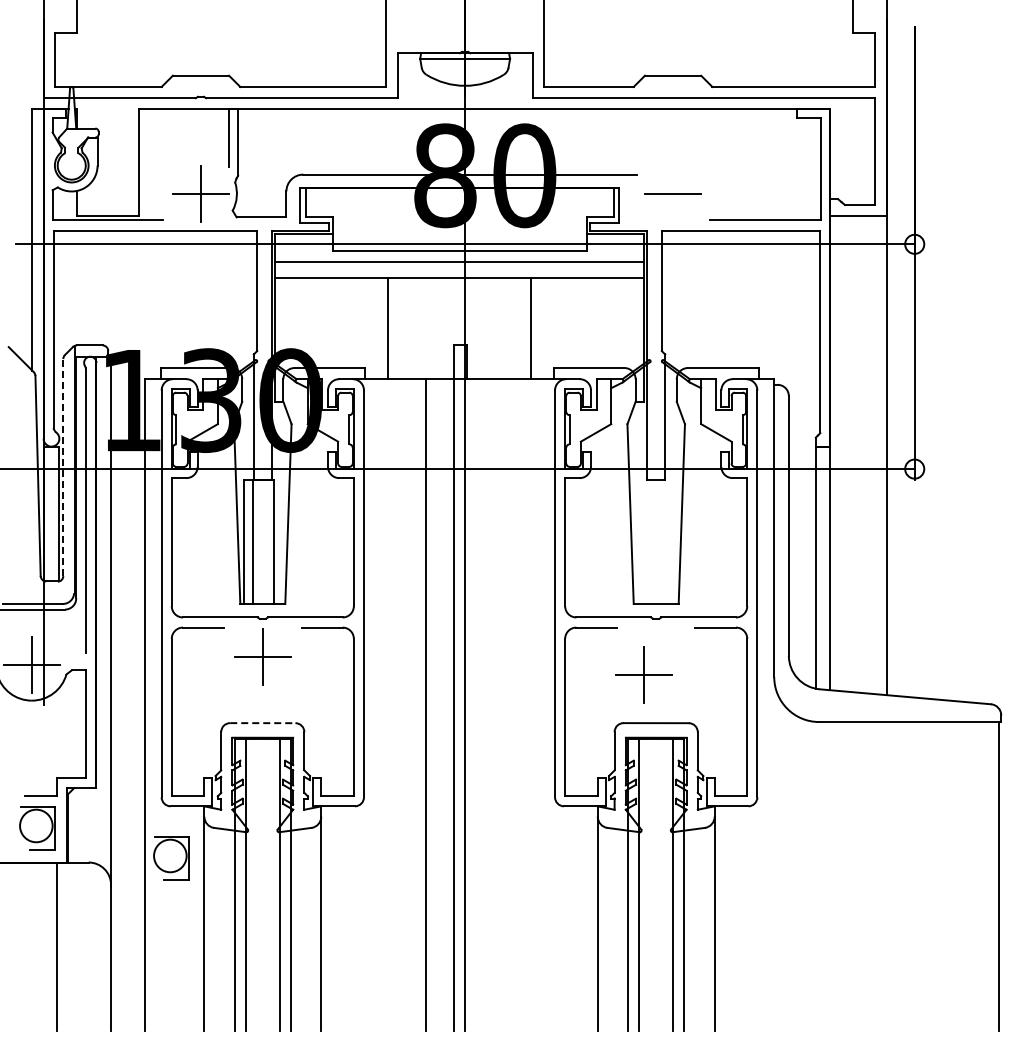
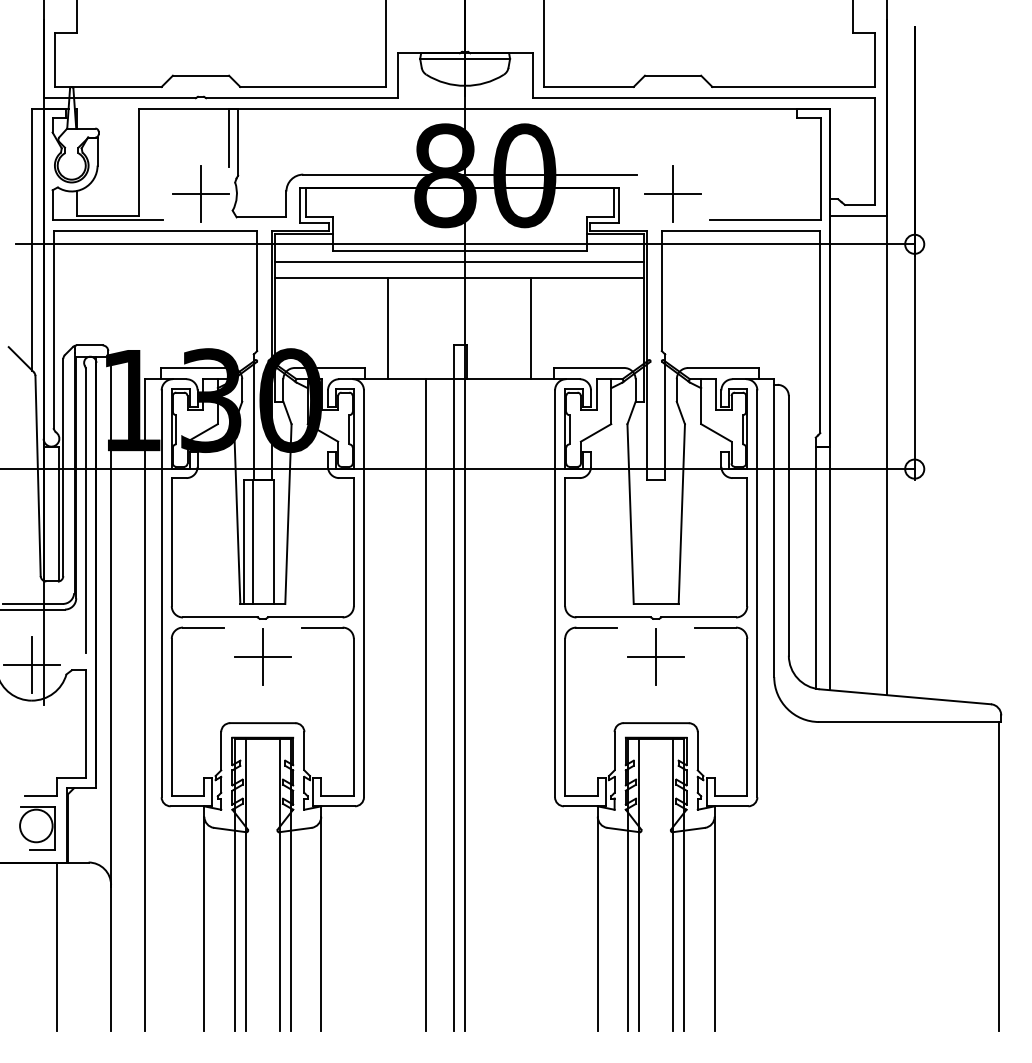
line at (673, 193): none -> present
line at (63, 467): dashed -> solid
part at (643, 674) position: (643, 674) -> (655, 656)
line at (262, 723): dashed -> solid
part at (171, 858): present -> none
